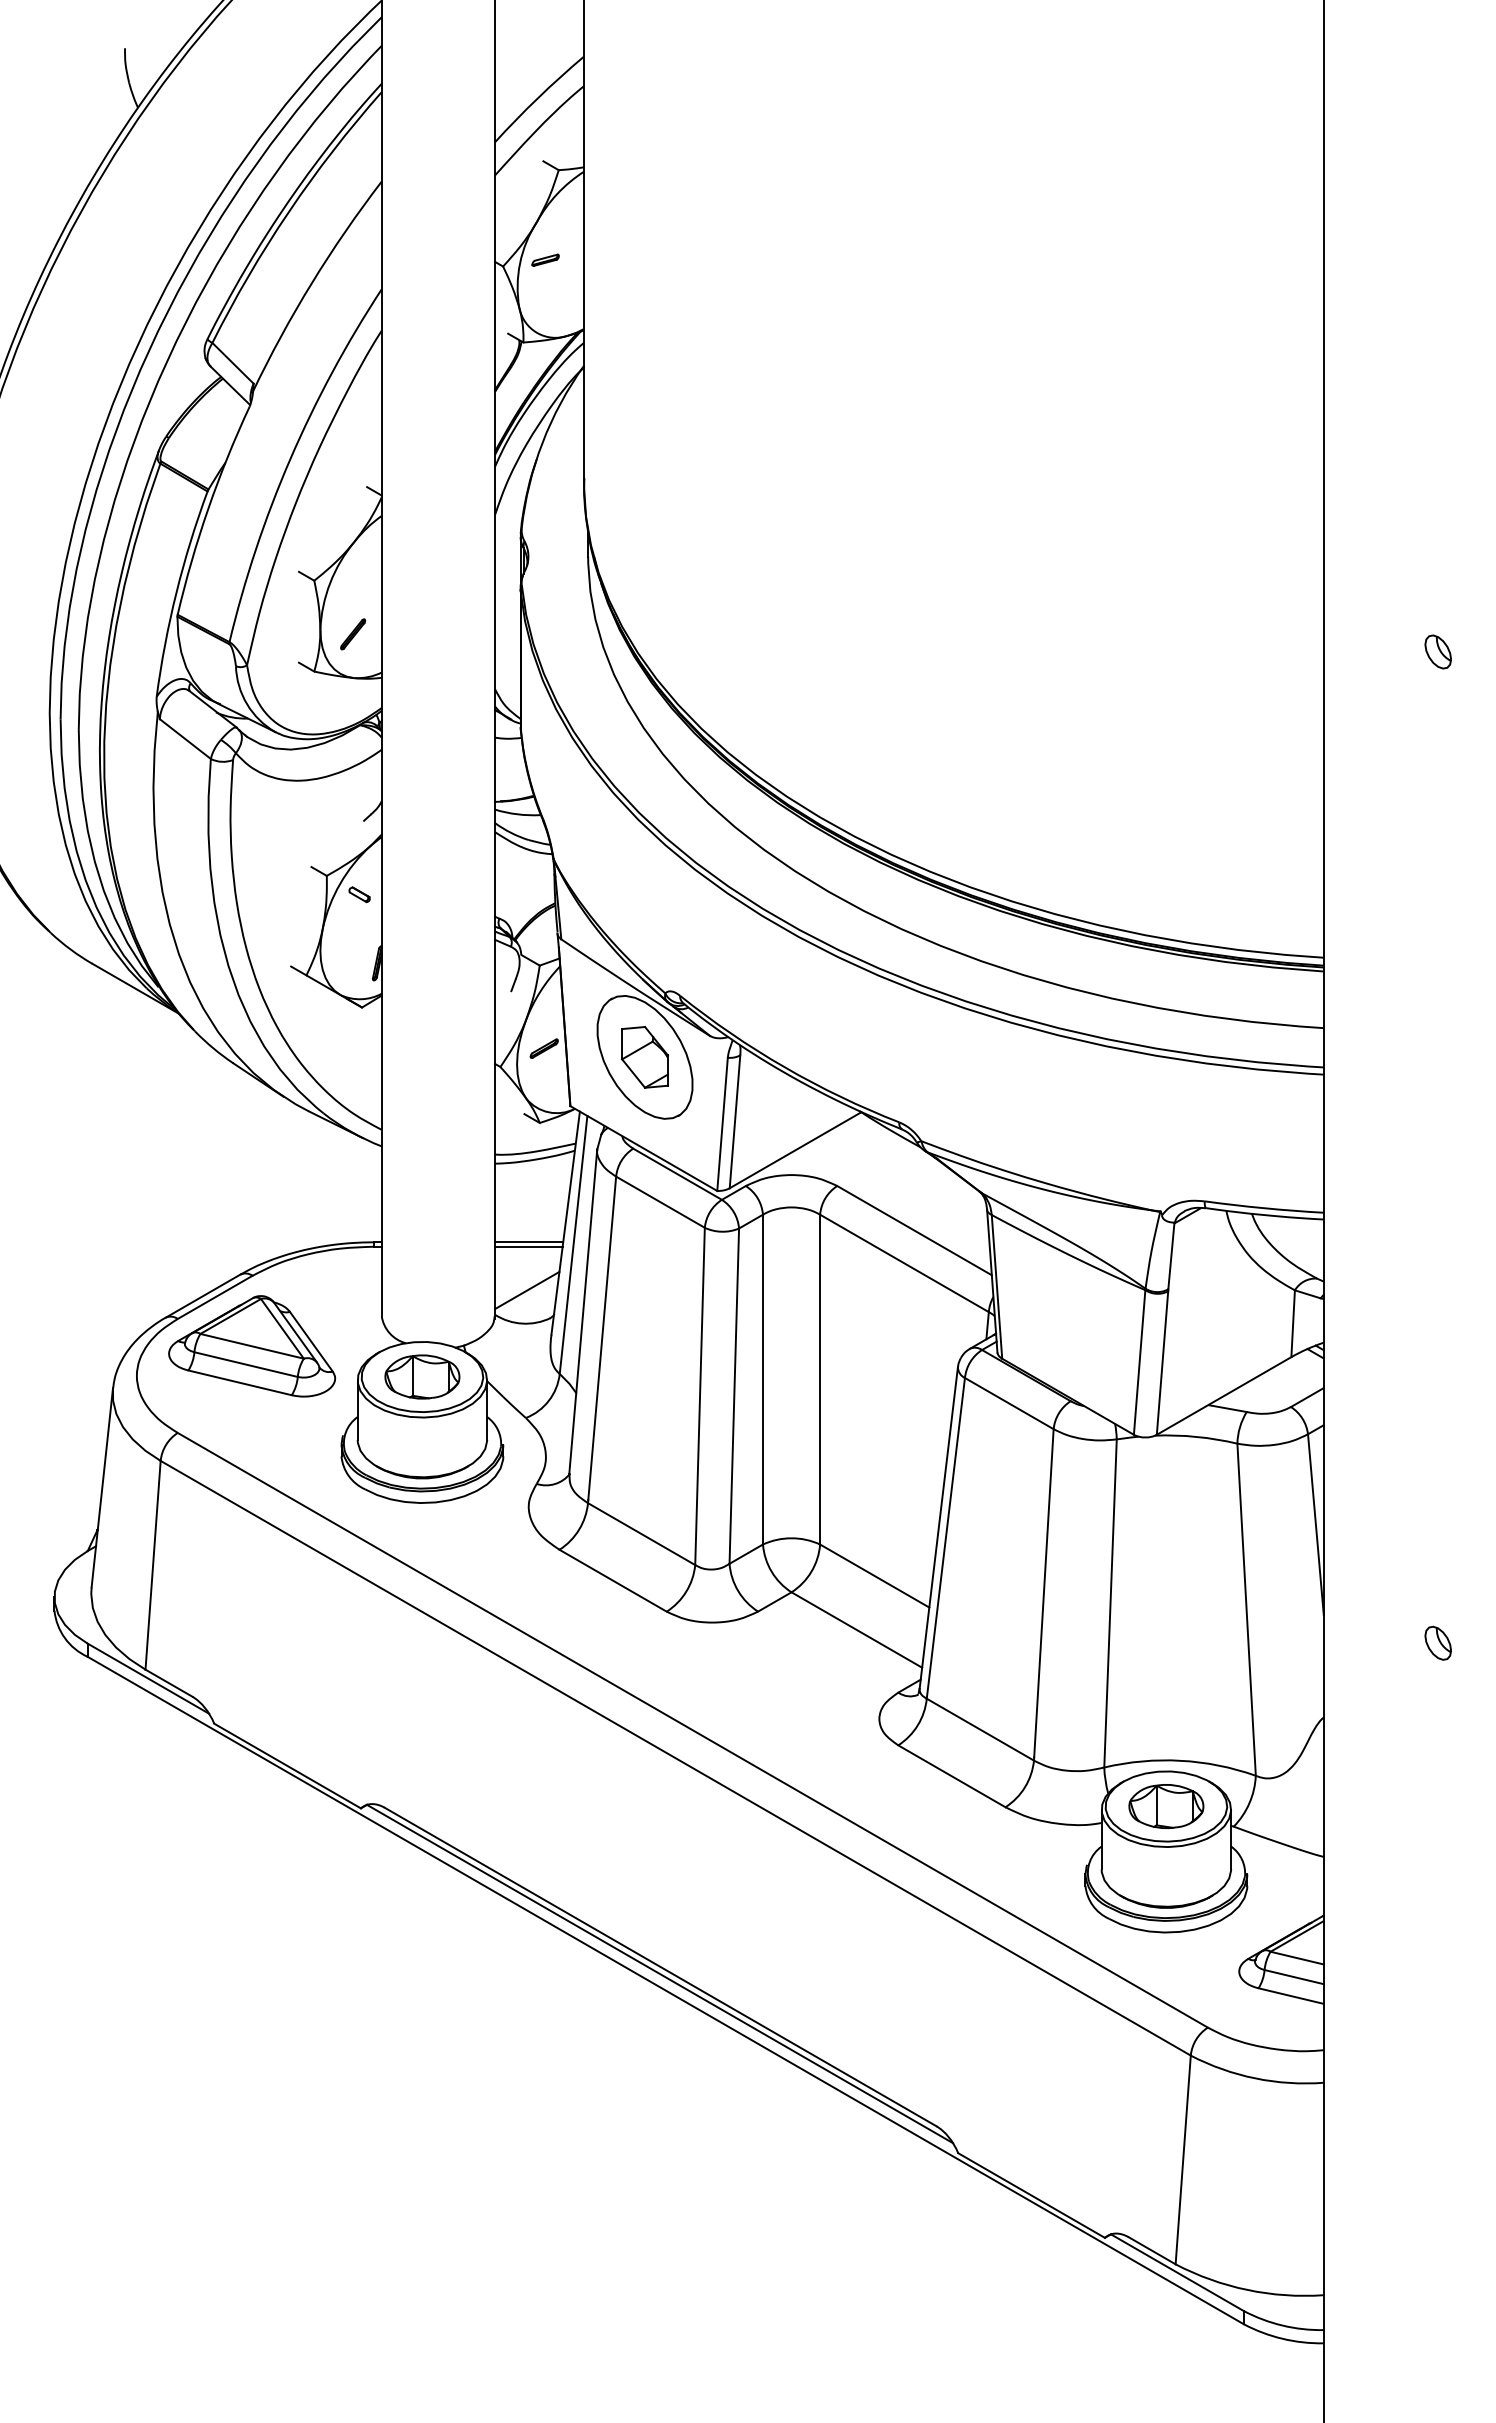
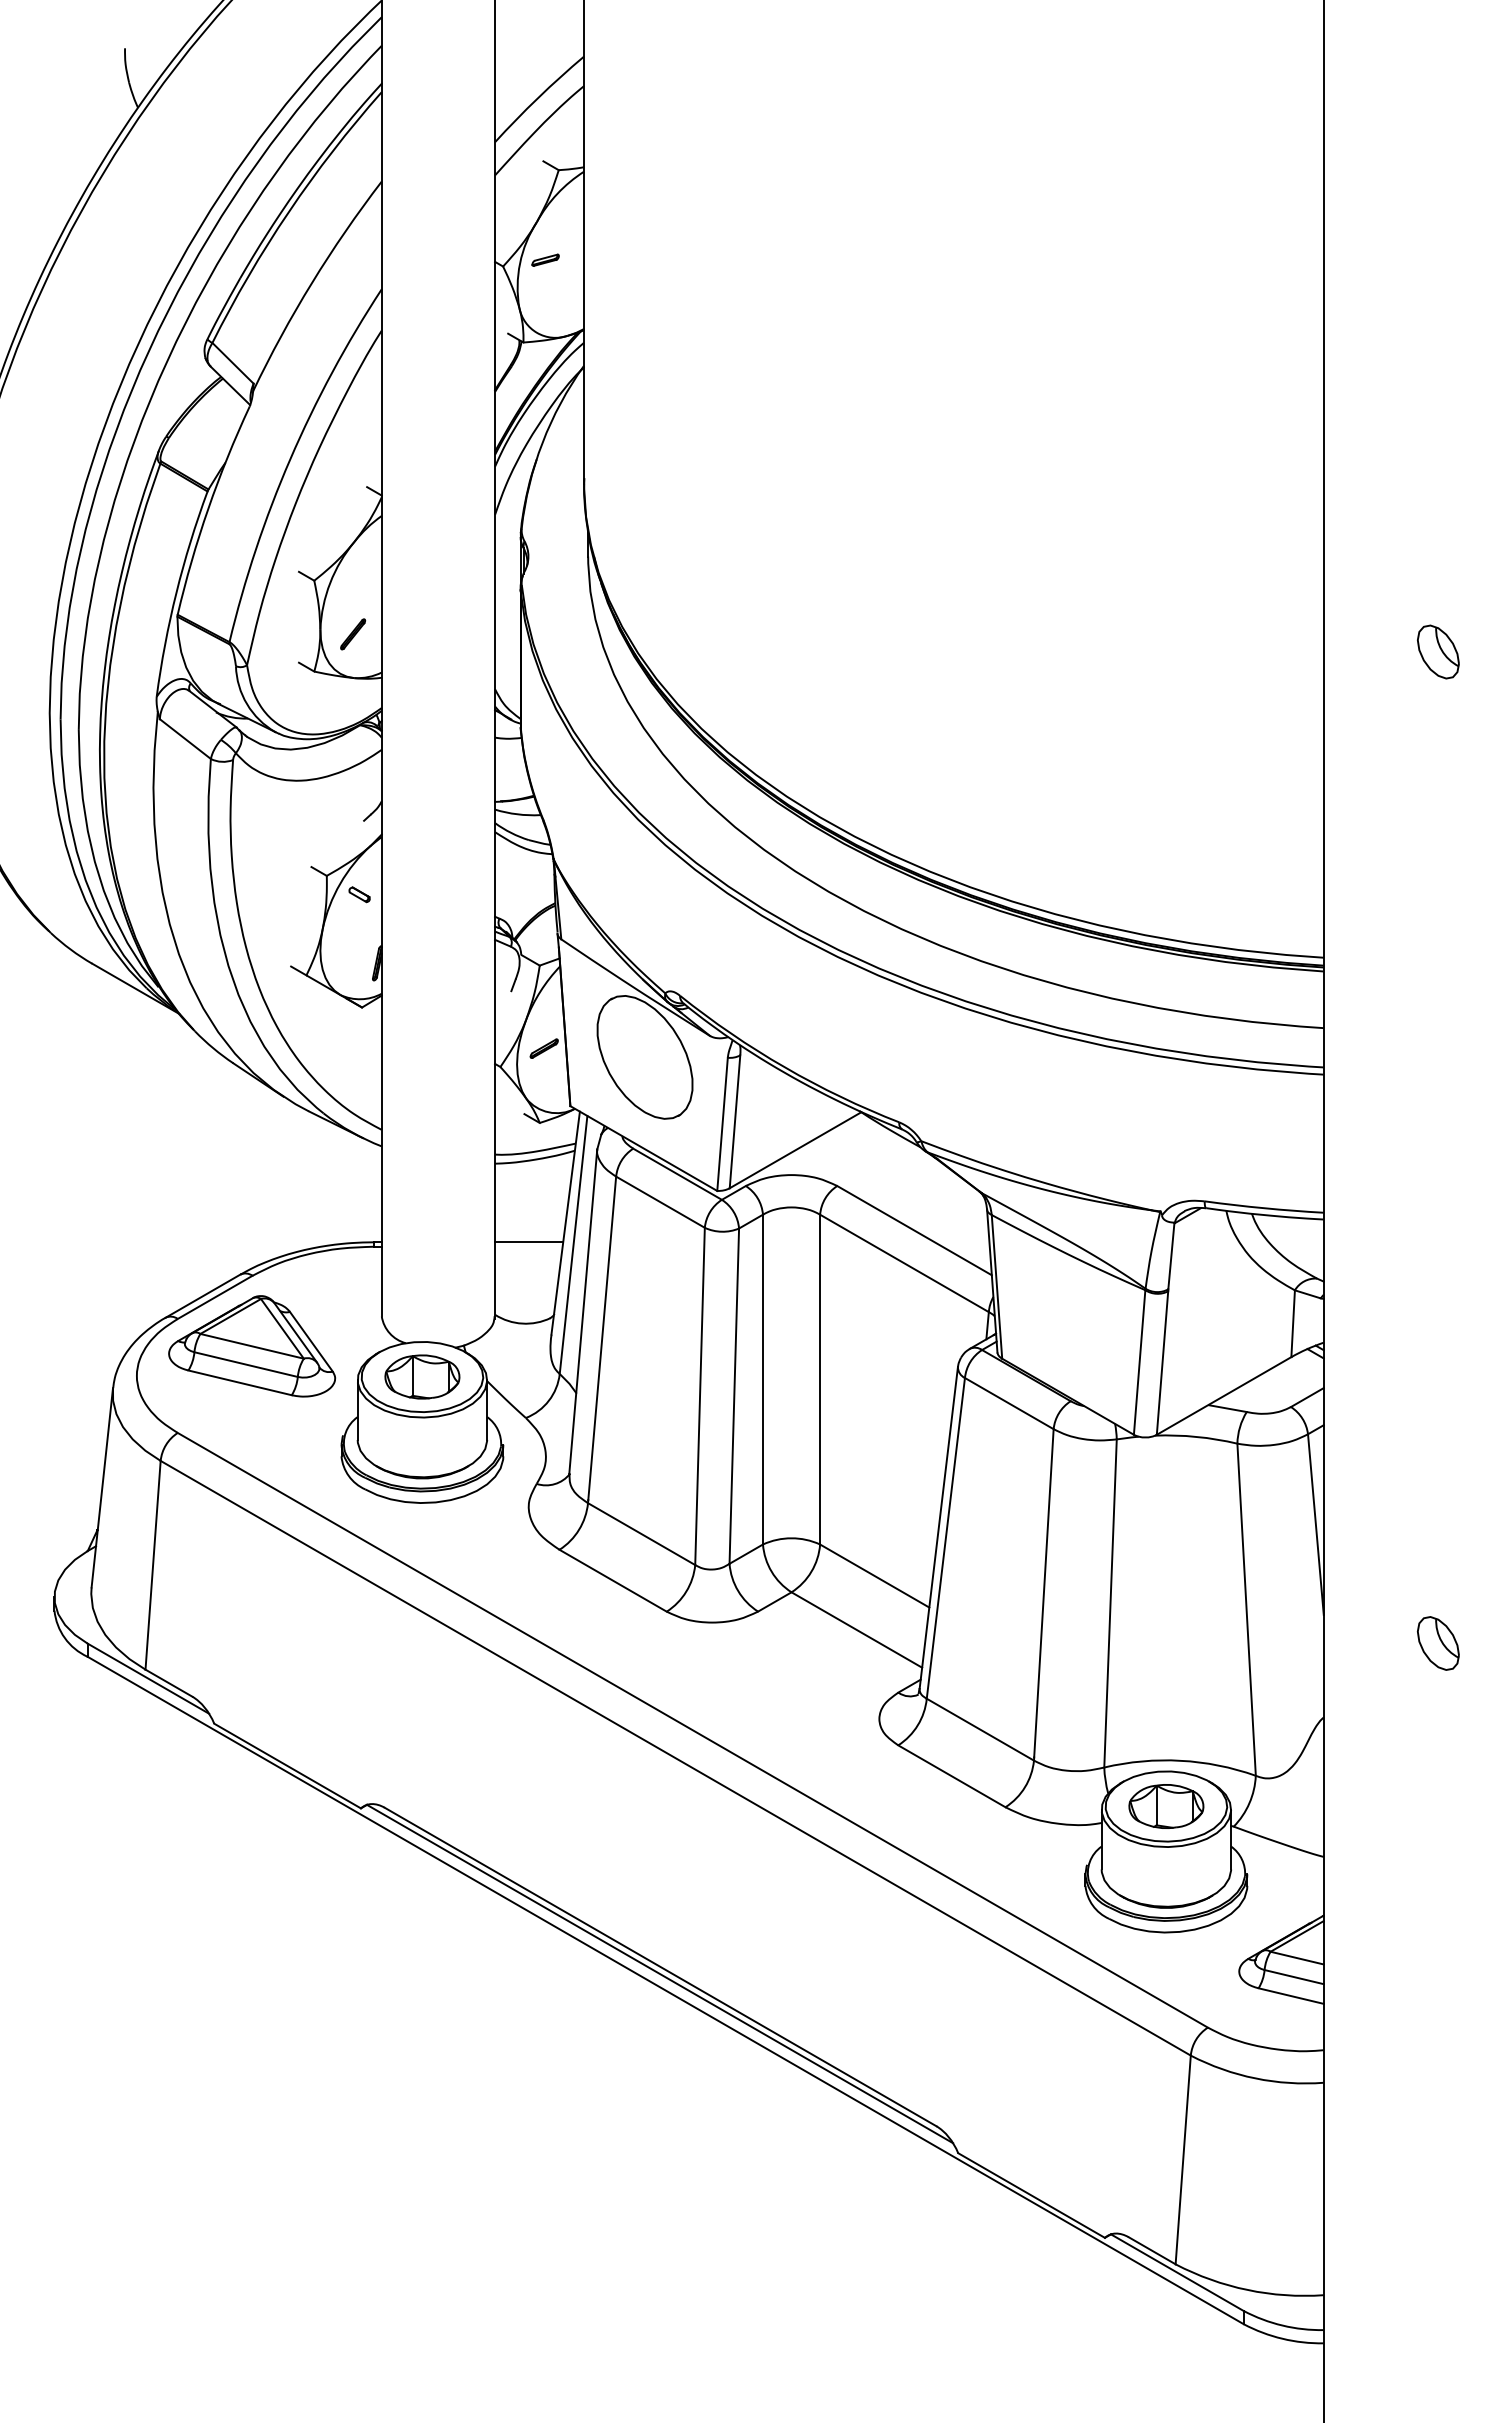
part at (1437, 651) size: 28x36 px -> 43x56 px
part at (644, 1057): present -> none
line at (528, 1246): present -> none
line at (527, 1290): present -> none
part at (1437, 1642) size: 28x36 px -> 43x55 px
